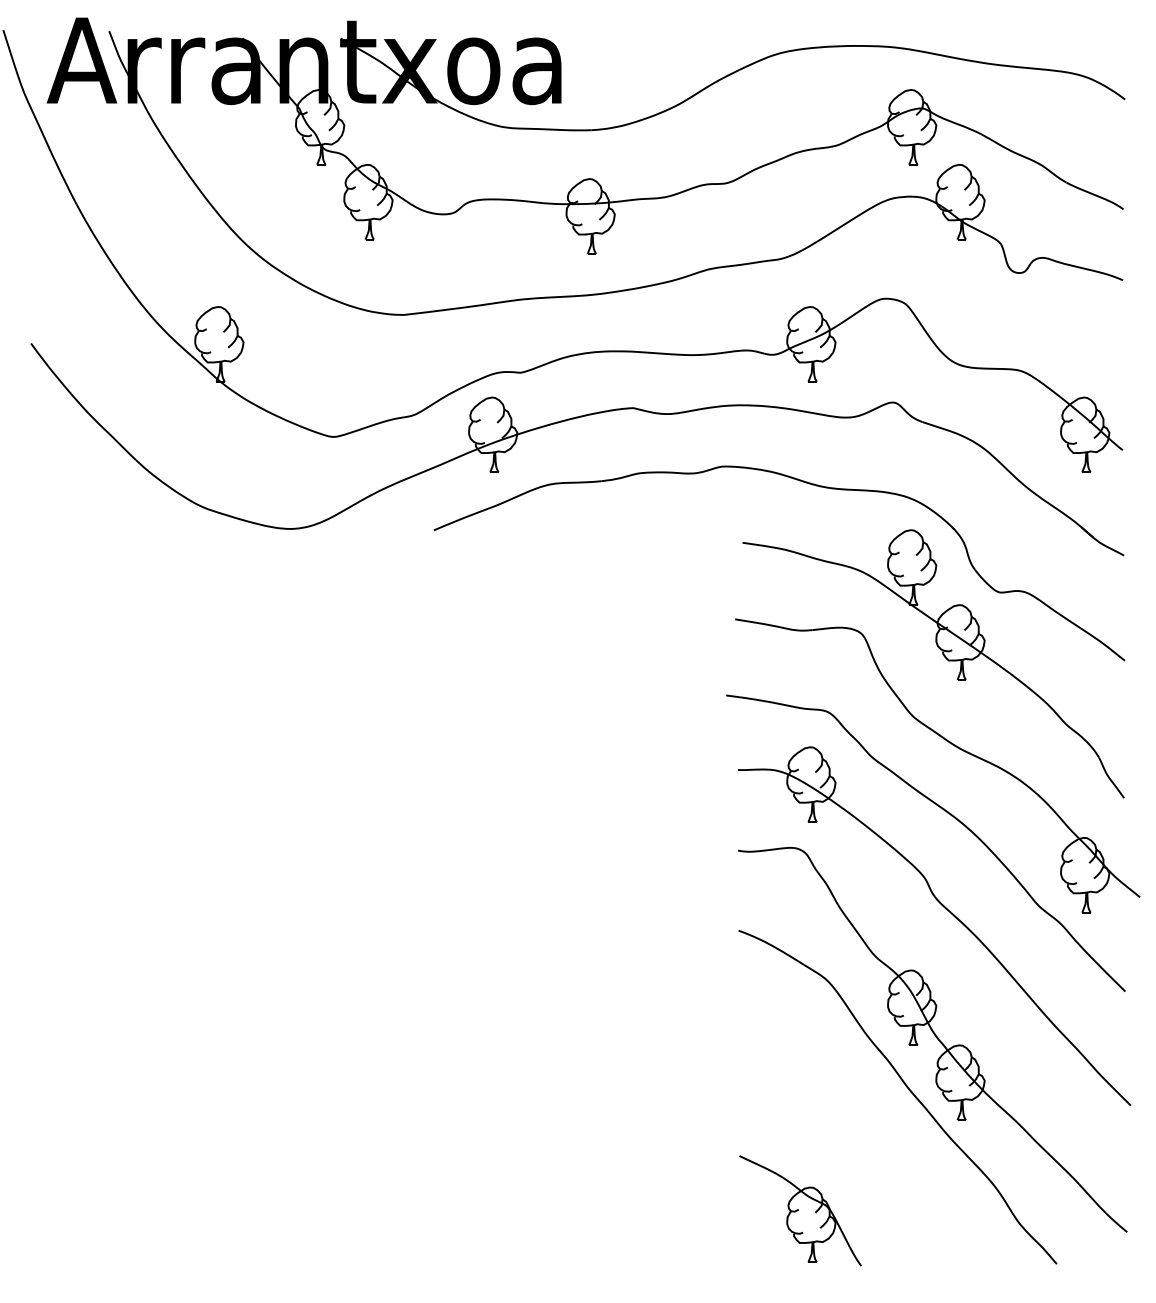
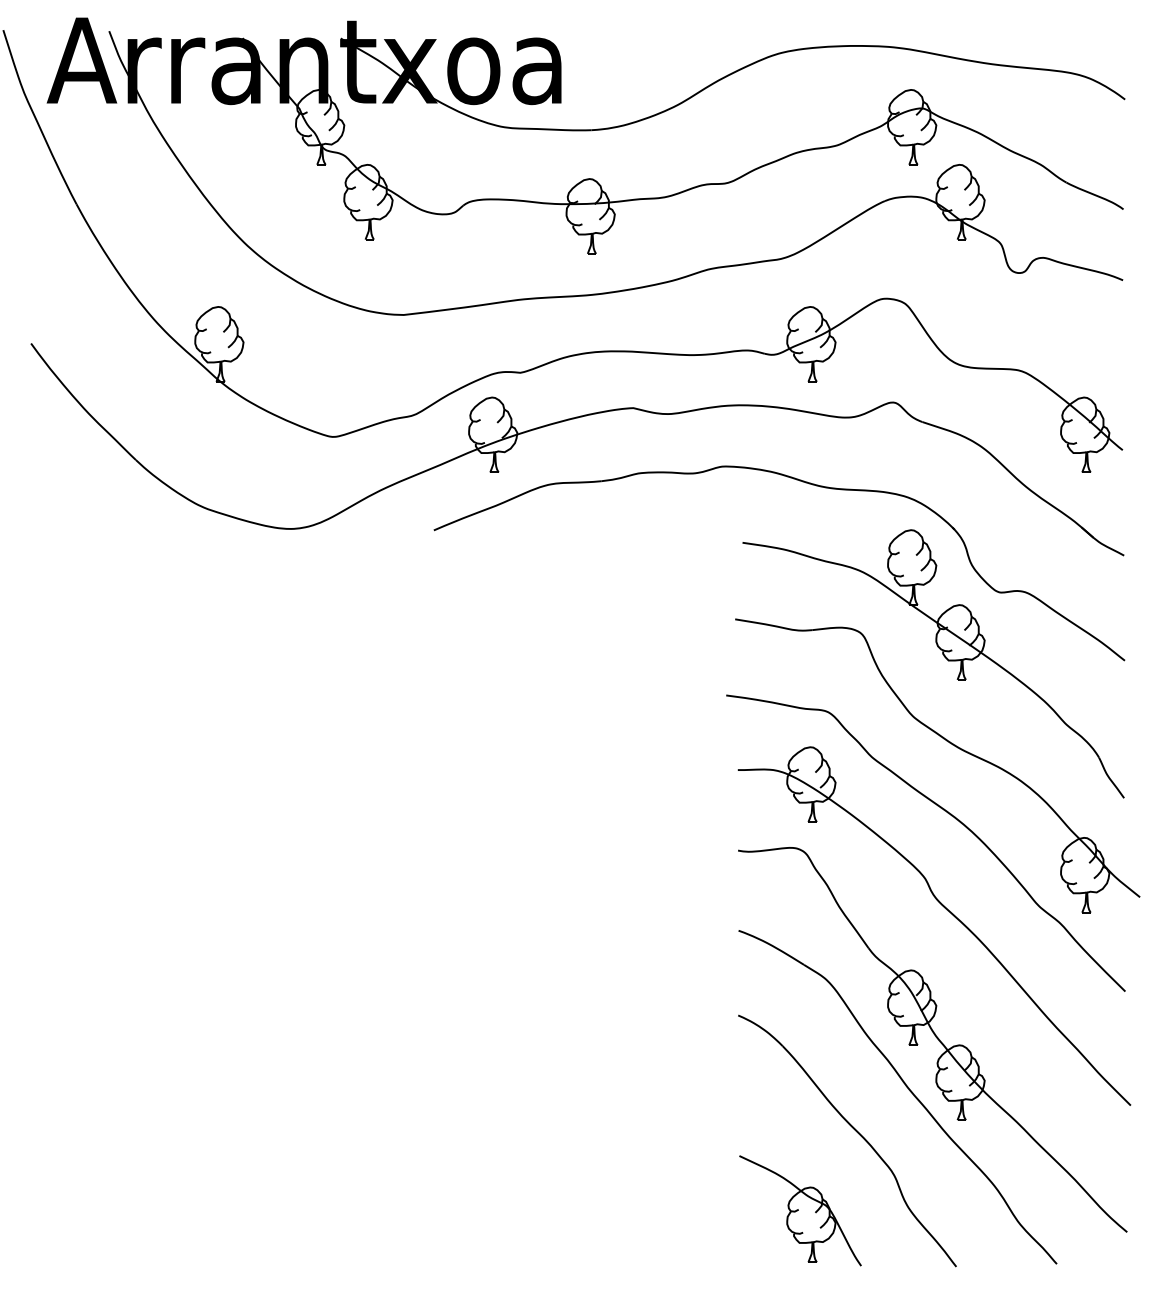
part at (855, 1131): none -> present
